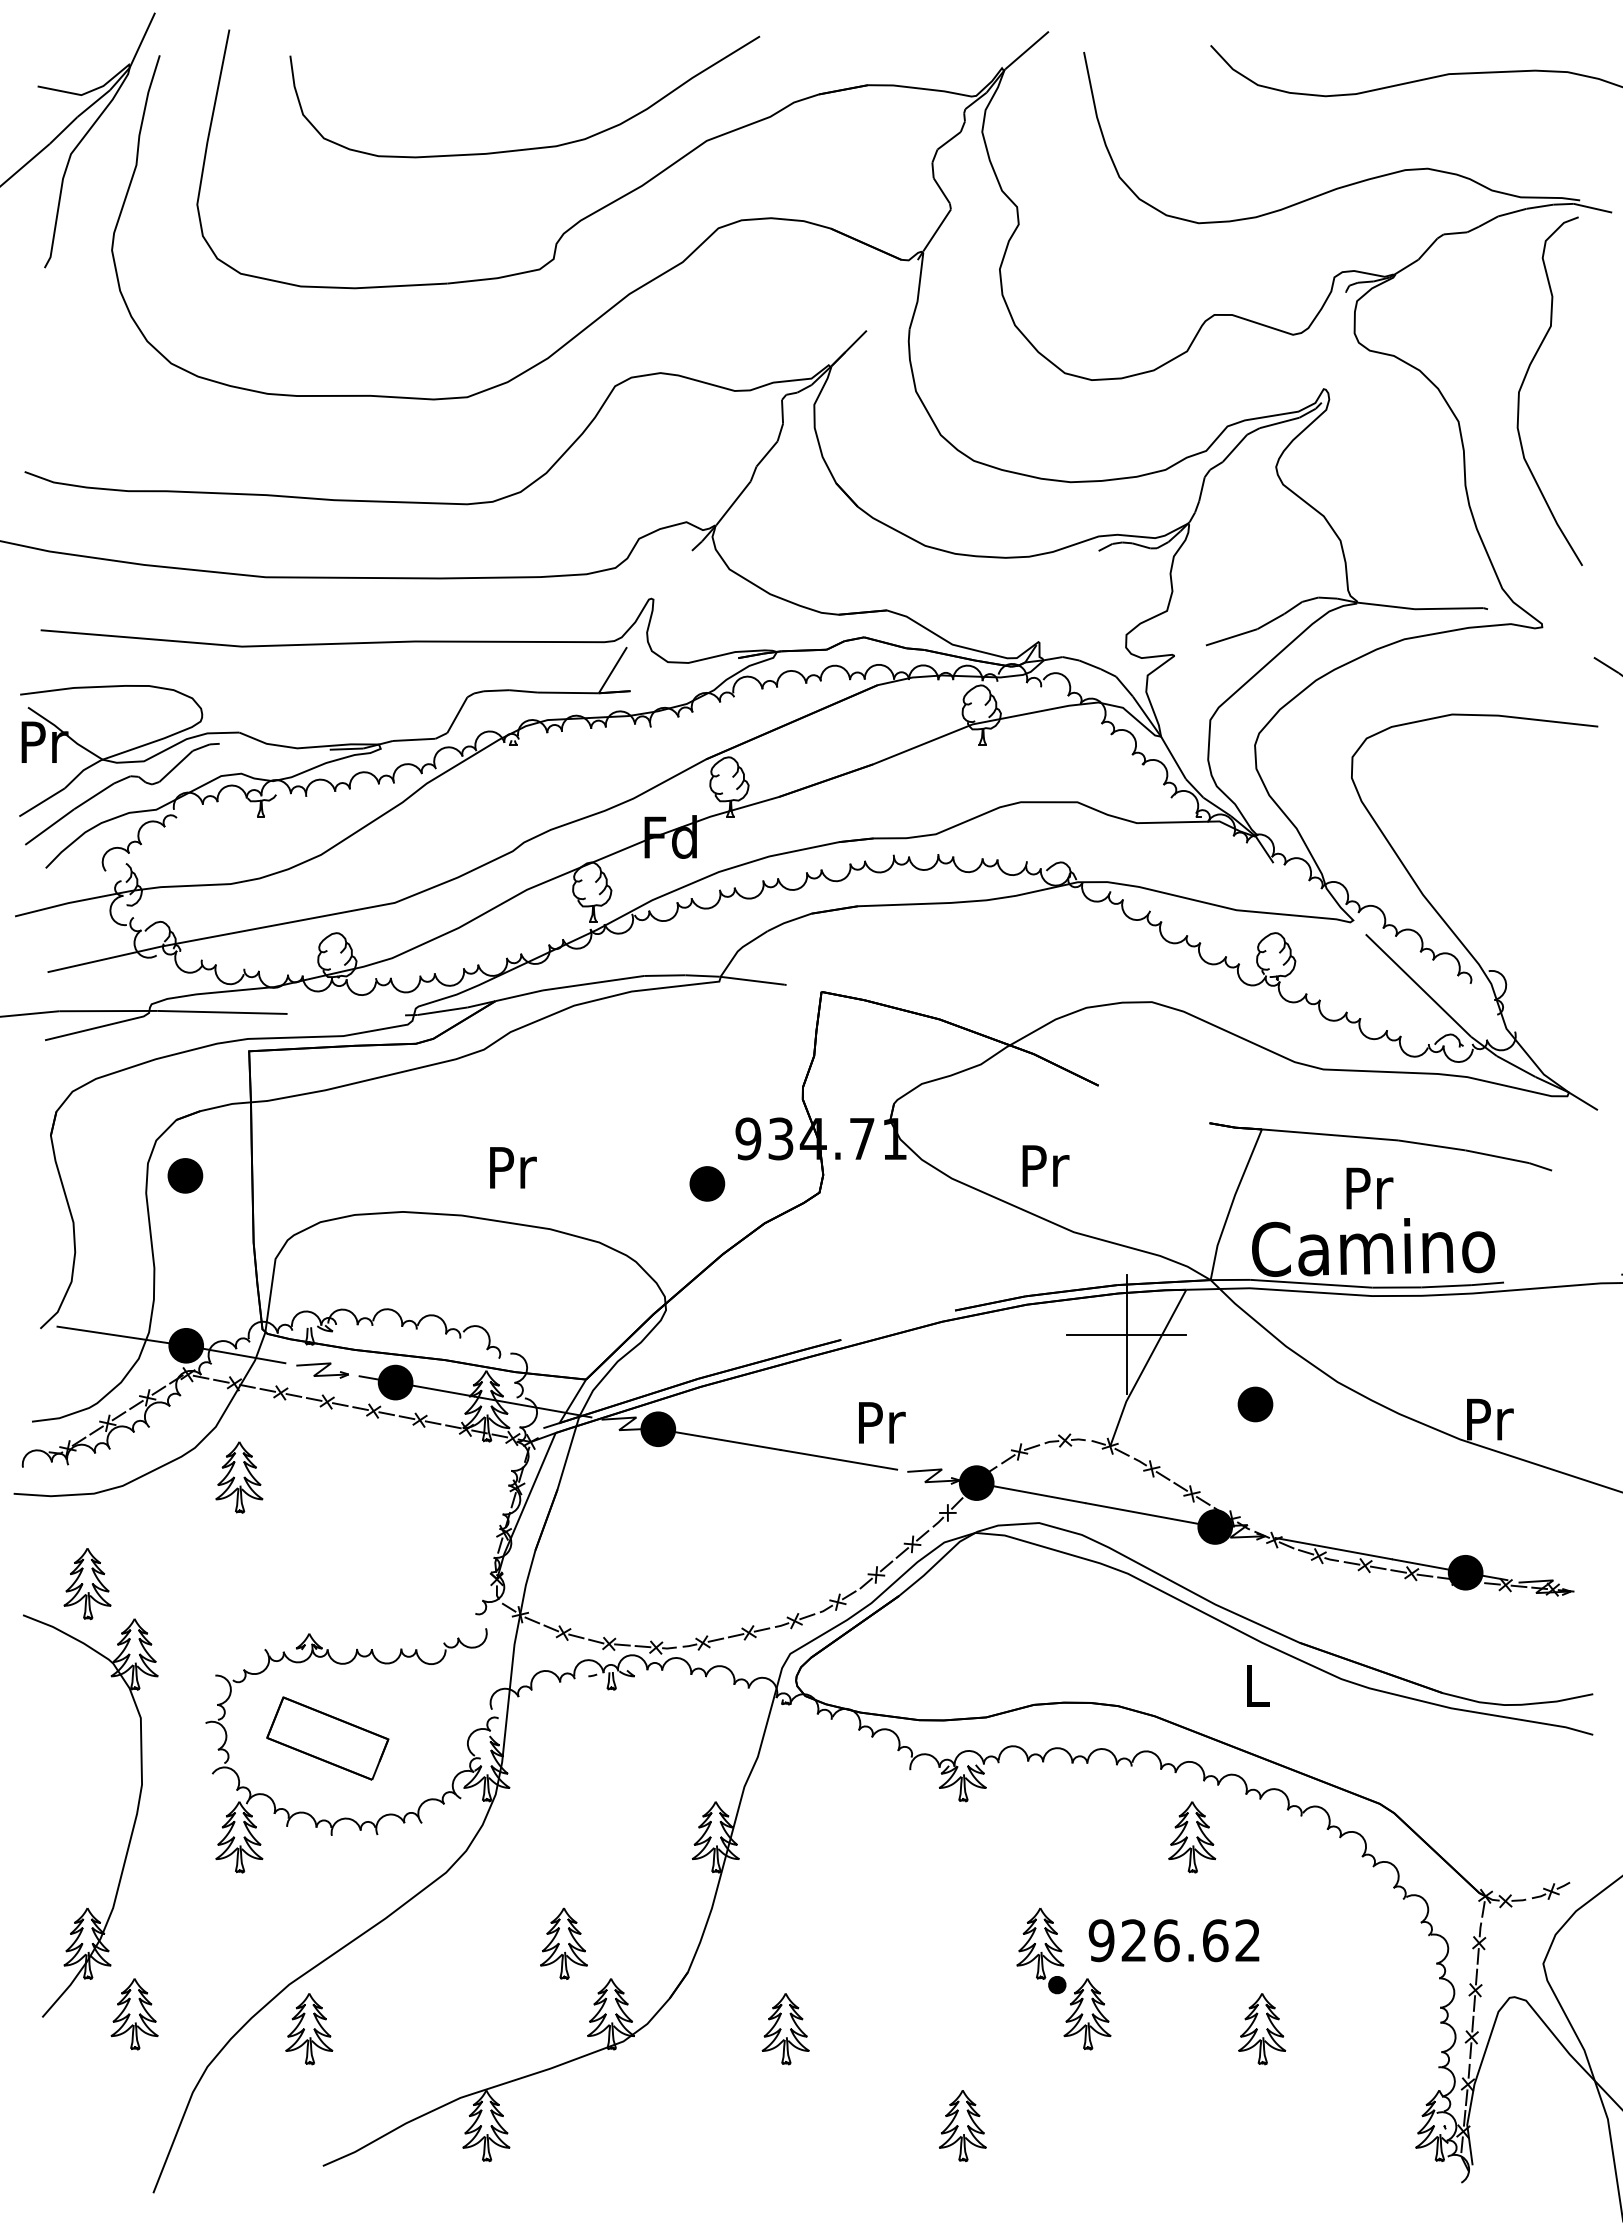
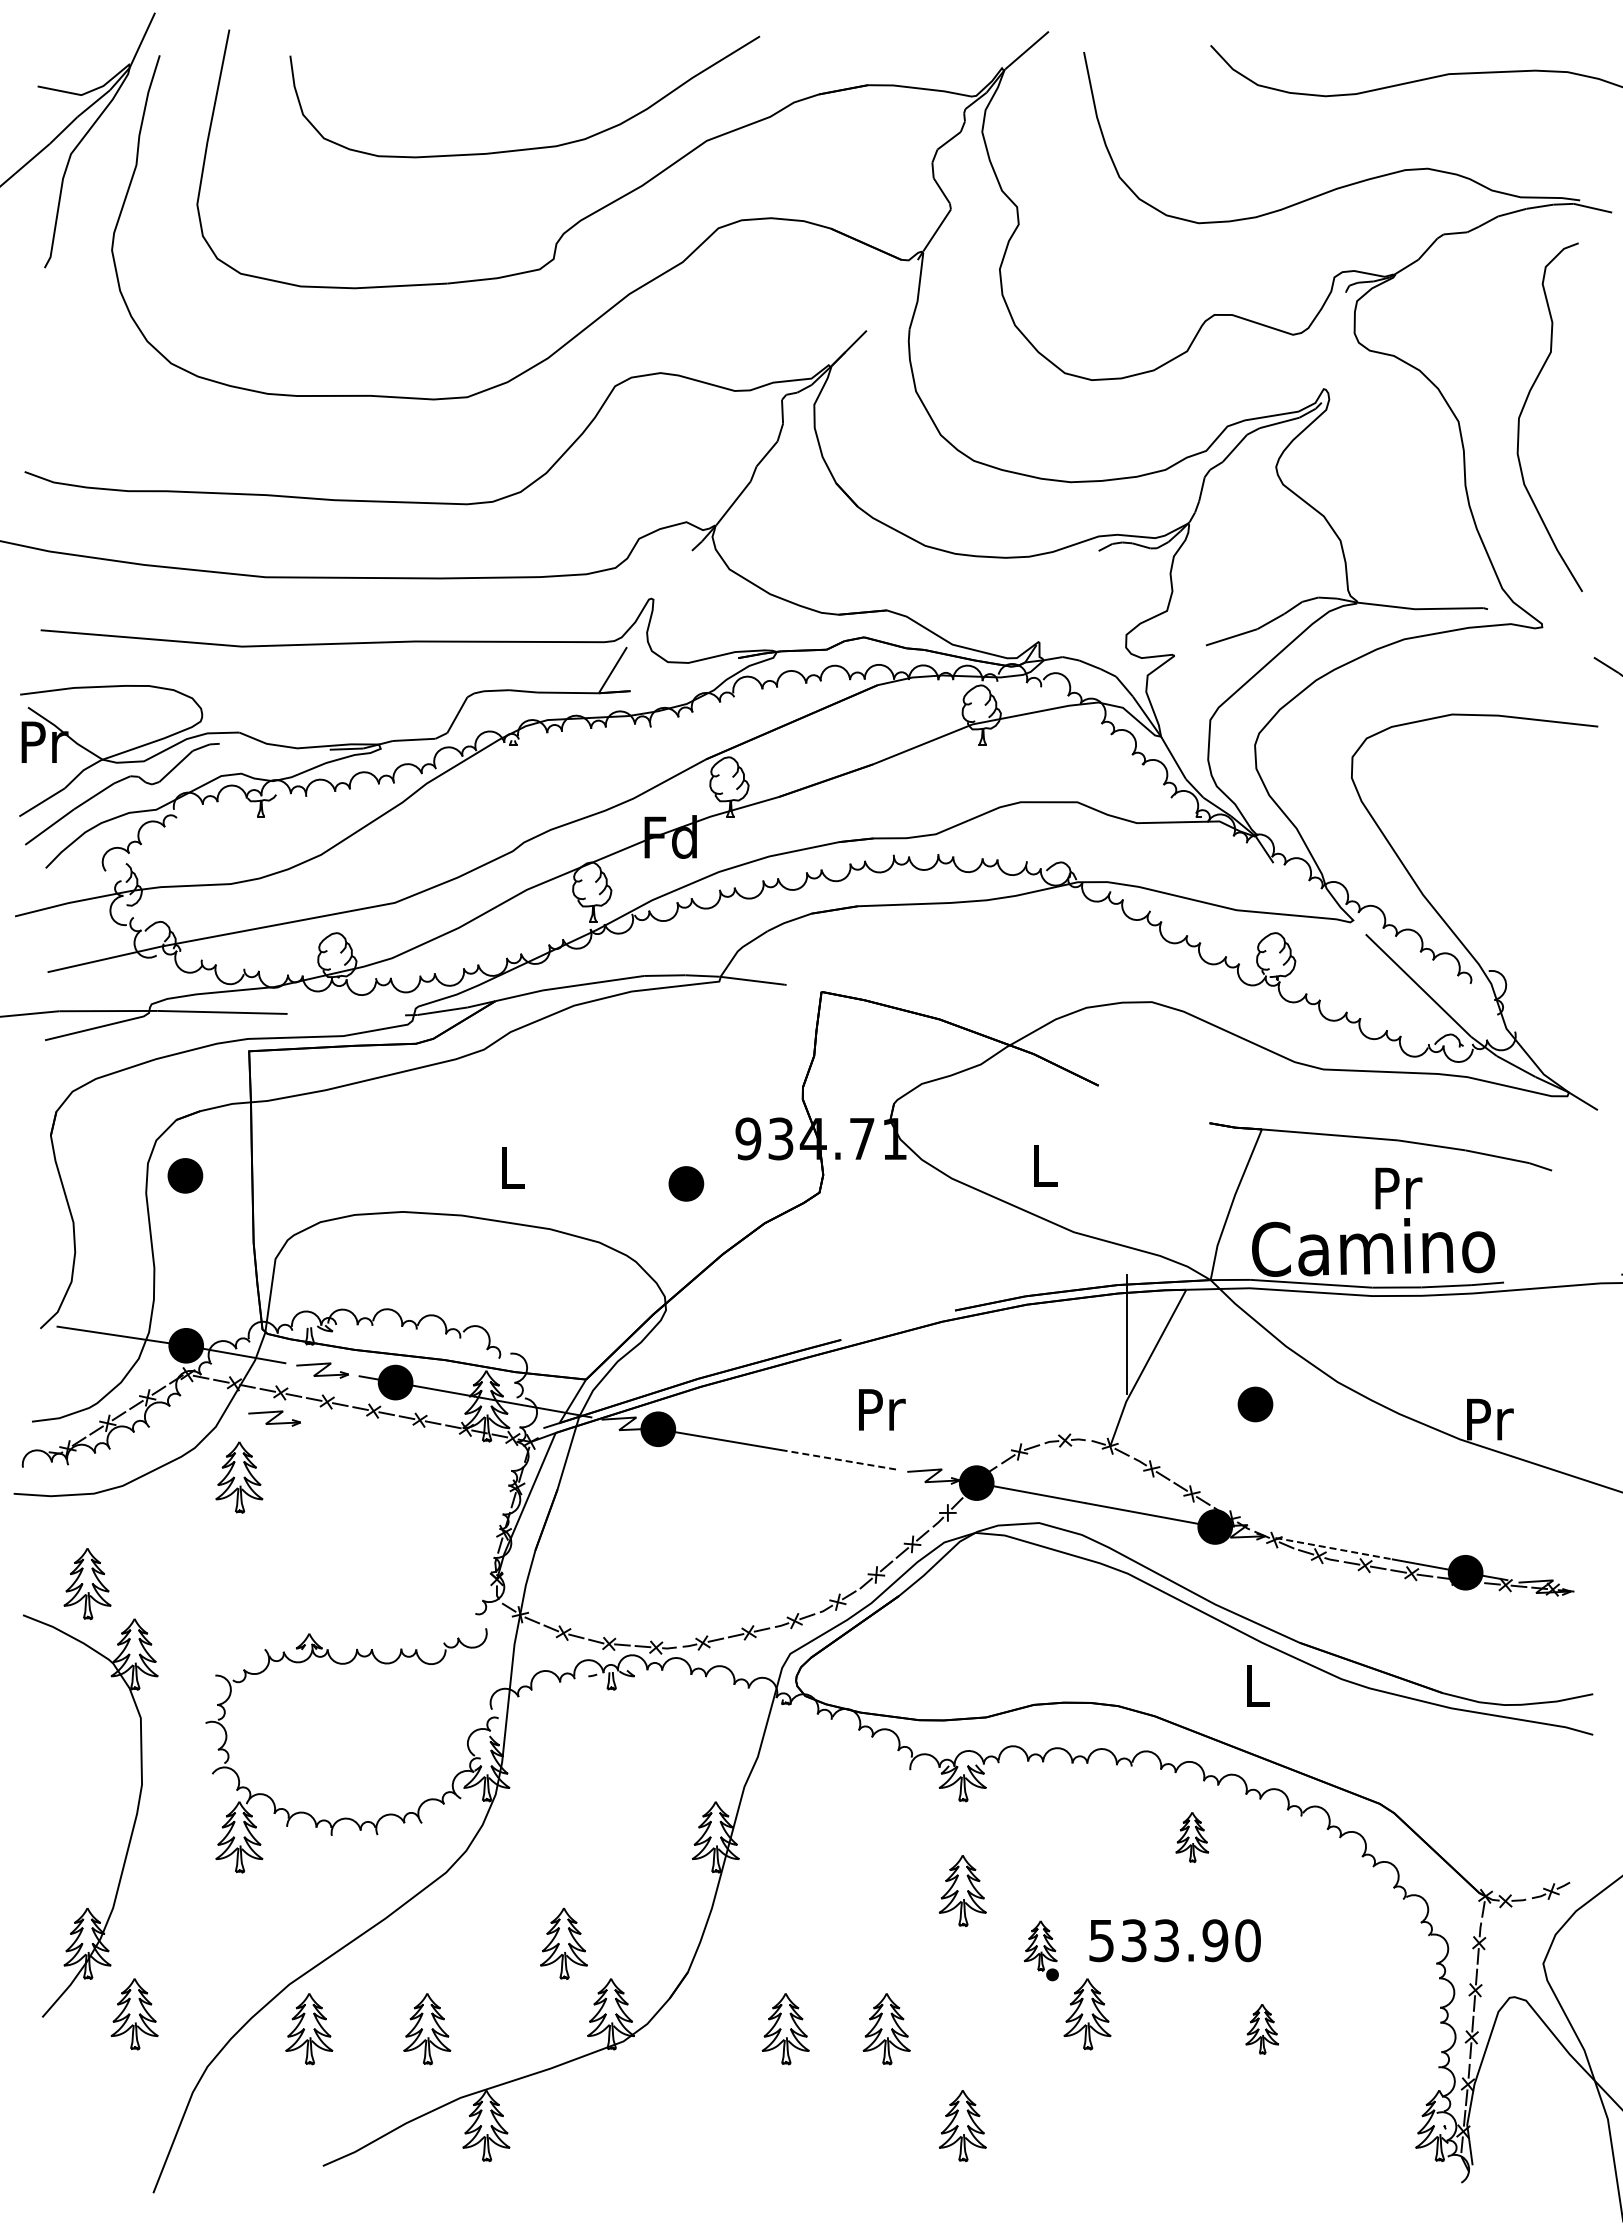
curve at (1525, 379) position: (1525, 379) -> (1525, 405)
text at (1045, 1165): Pr -> L
text at (513, 1167): Pr -> L
part at (707, 1183) position: (707, 1183) -> (686, 1183)
text at (1369, 1188) position: (1369, 1188) -> (1398, 1188)
line at (1126, 1334): present -> none
part at (274, 1418): none -> present
text at (882, 1422) position: (882, 1422) -> (882, 1409)
line at (839, 1459): solid -> dashed
line at (1334, 1548): solid -> dashed
part at (327, 1738): present -> none
part at (1192, 1837) size: 49x73 px -> 35x52 px
part at (962, 1890): none -> present
text at (1174, 1940): 926.62 -> 533.90
part at (1041, 1950) size: 51x88 px -> 36x62 px
part at (427, 2029): none -> present
part at (886, 2029): none -> present
part at (1262, 2029) size: 49x73 px -> 34x51 px
